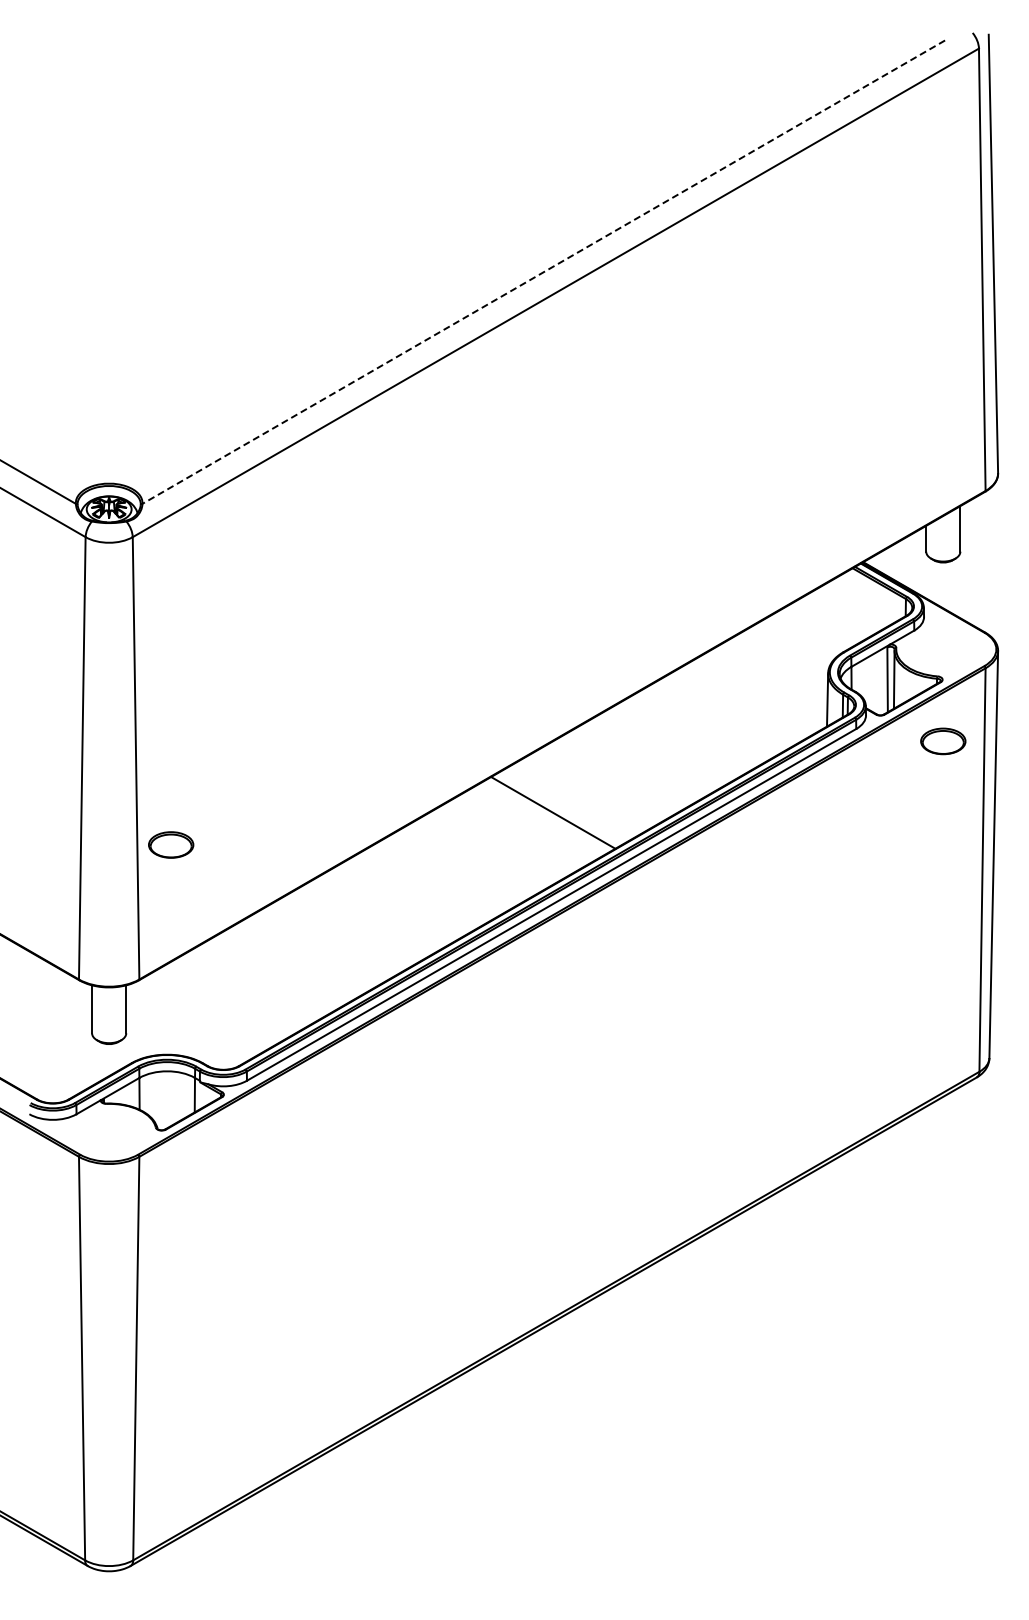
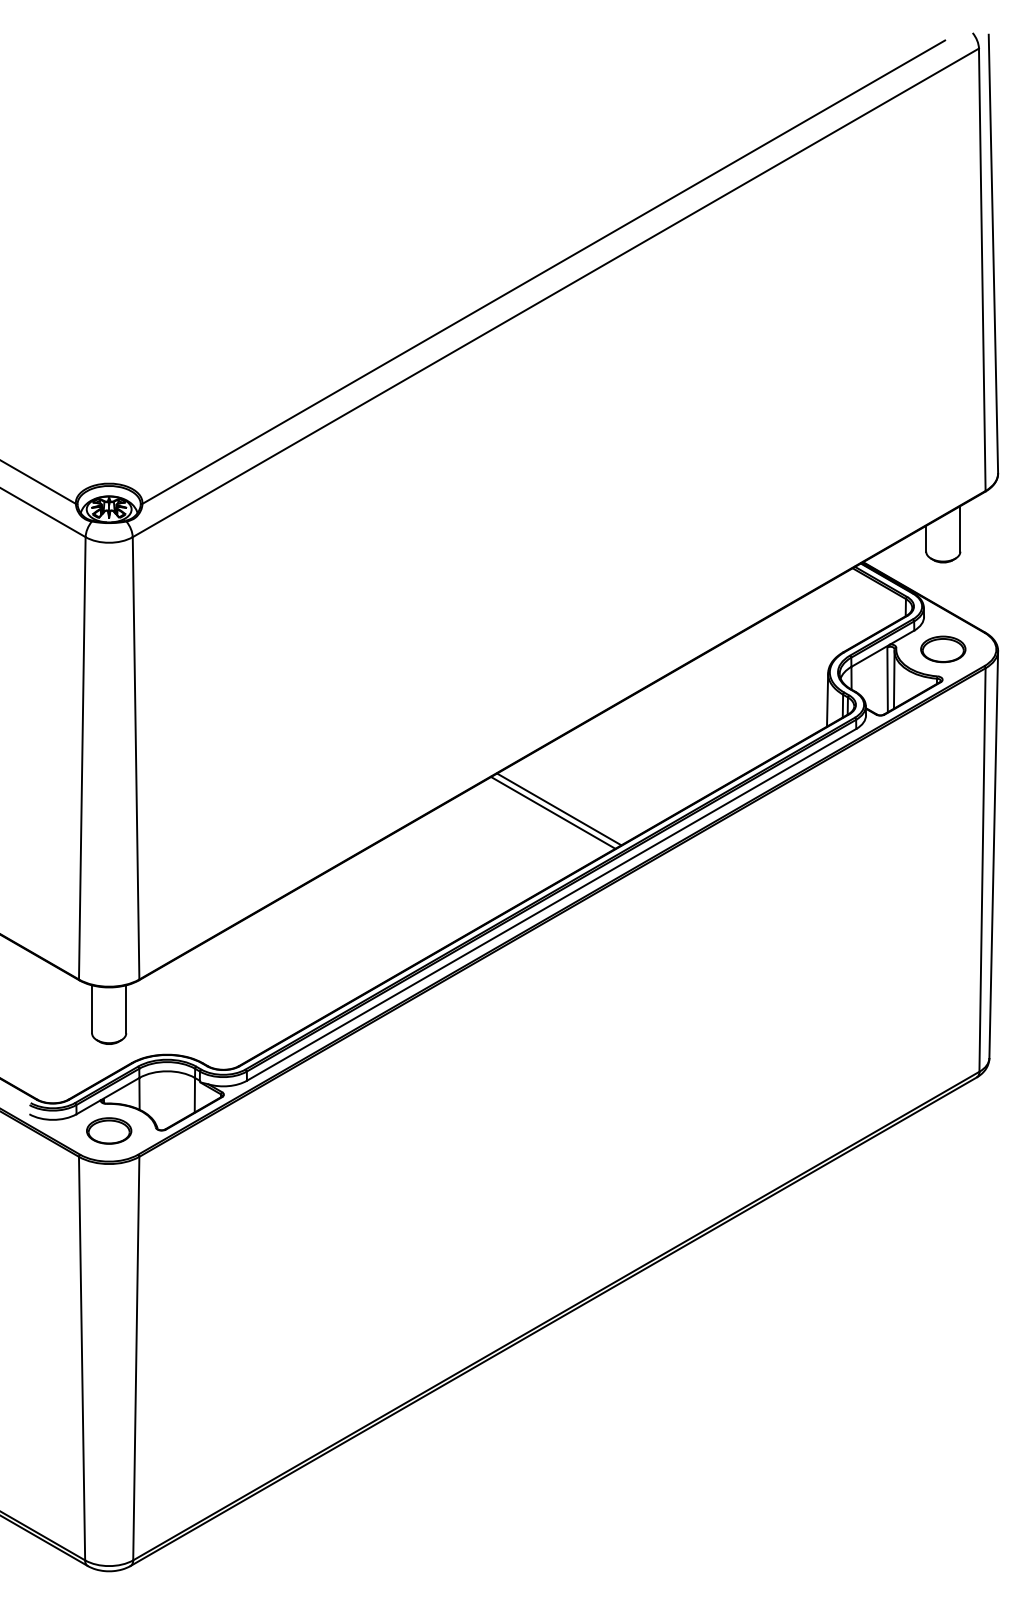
line at (543, 272): dashed -> solid
part at (943, 741) position: (943, 741) -> (943, 649)
line at (559, 809): none -> present
part at (171, 844) position: (171, 844) -> (109, 1130)
